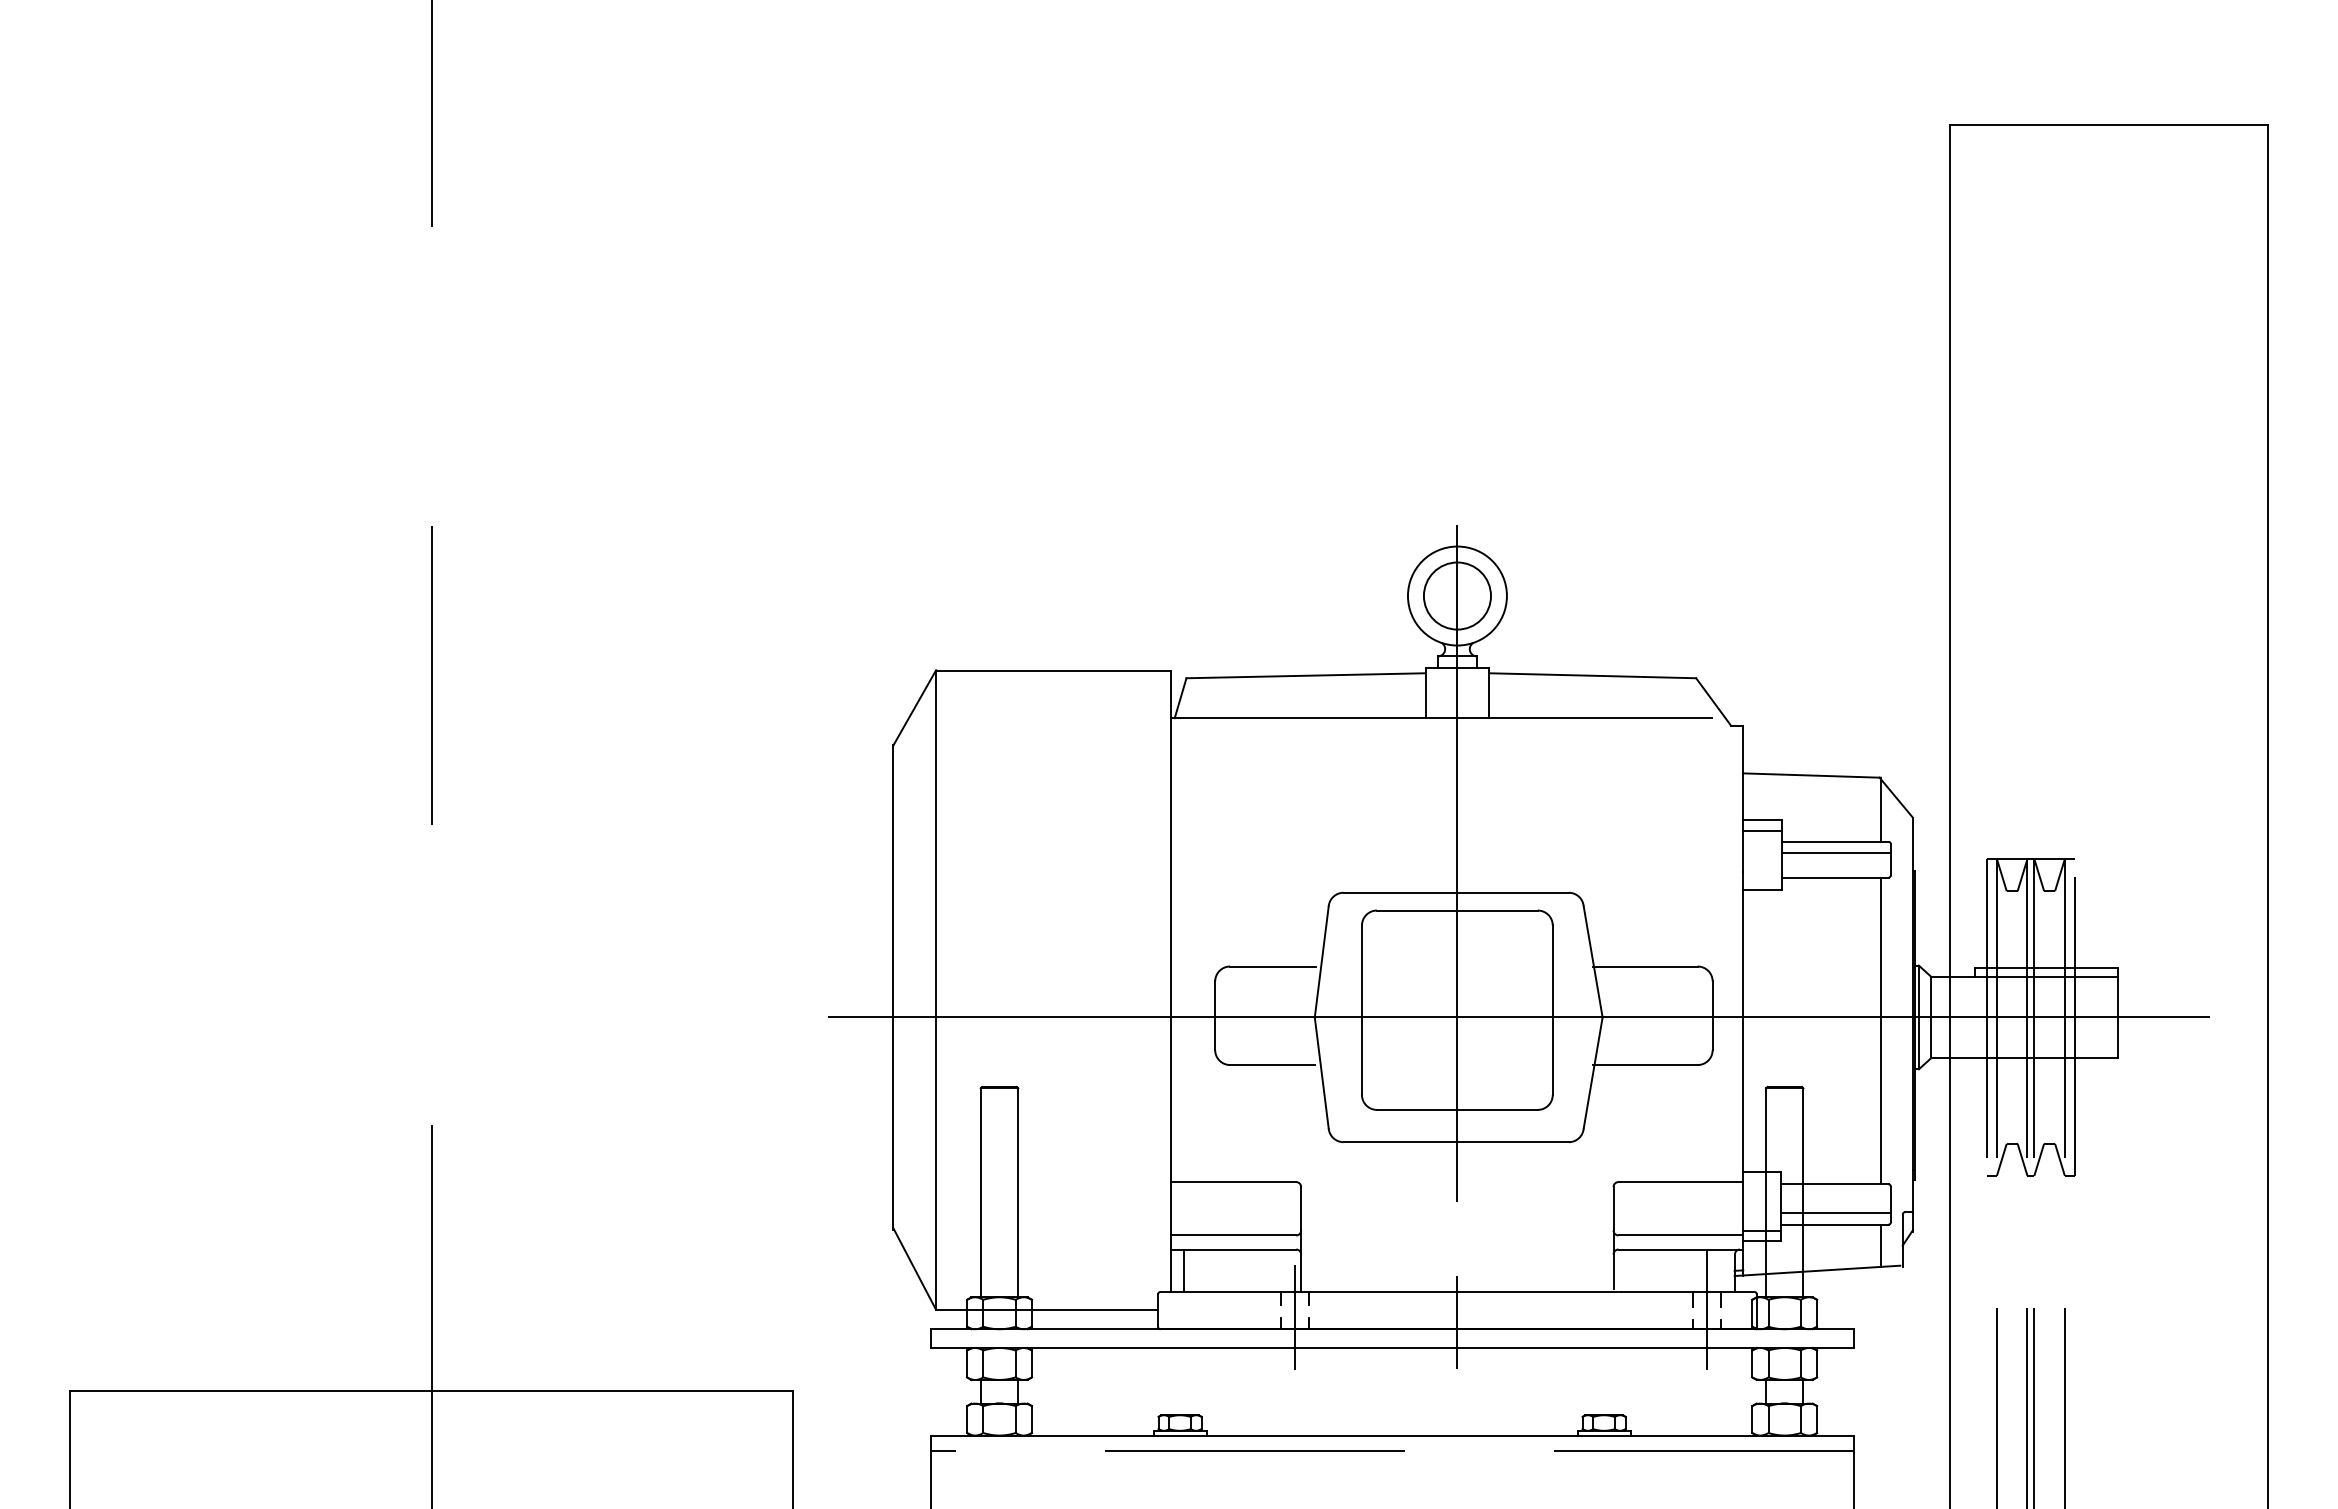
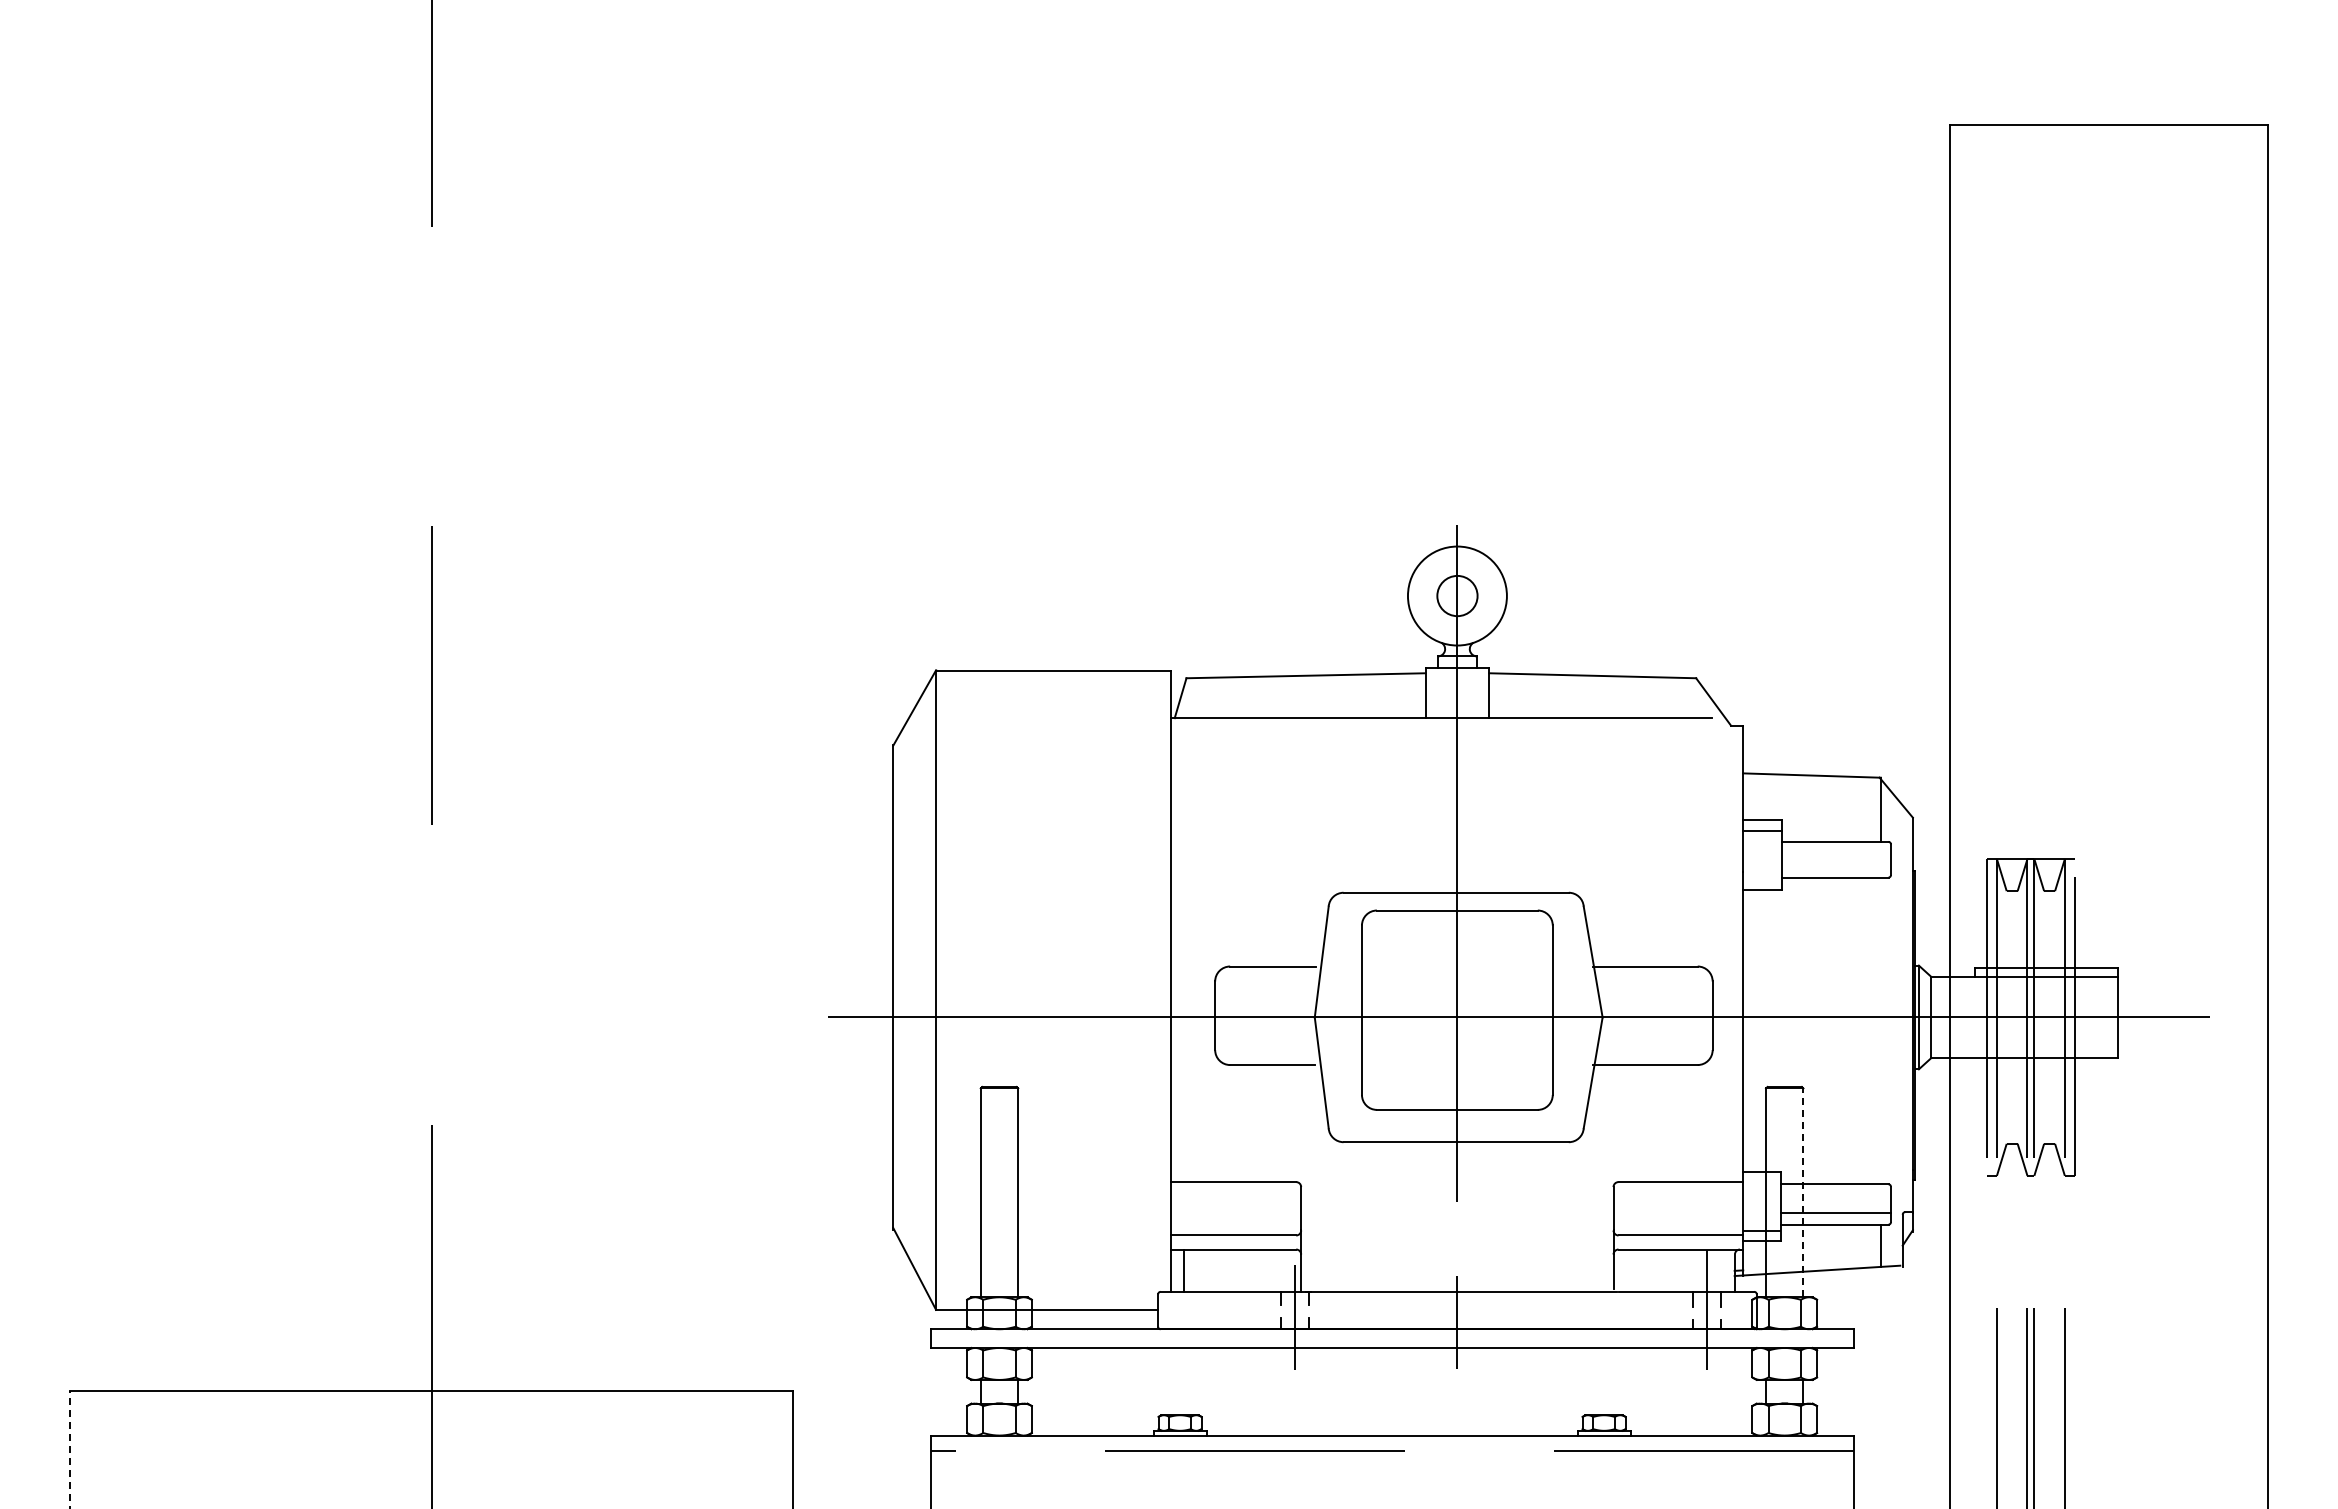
circle at (1457, 595) diameter: 67 px -> 40 px
line at (1835, 853): present -> none
line at (1880, 1030): present -> none
line at (1803, 1192): solid -> dashed
line at (70, 1449): solid -> dashed
